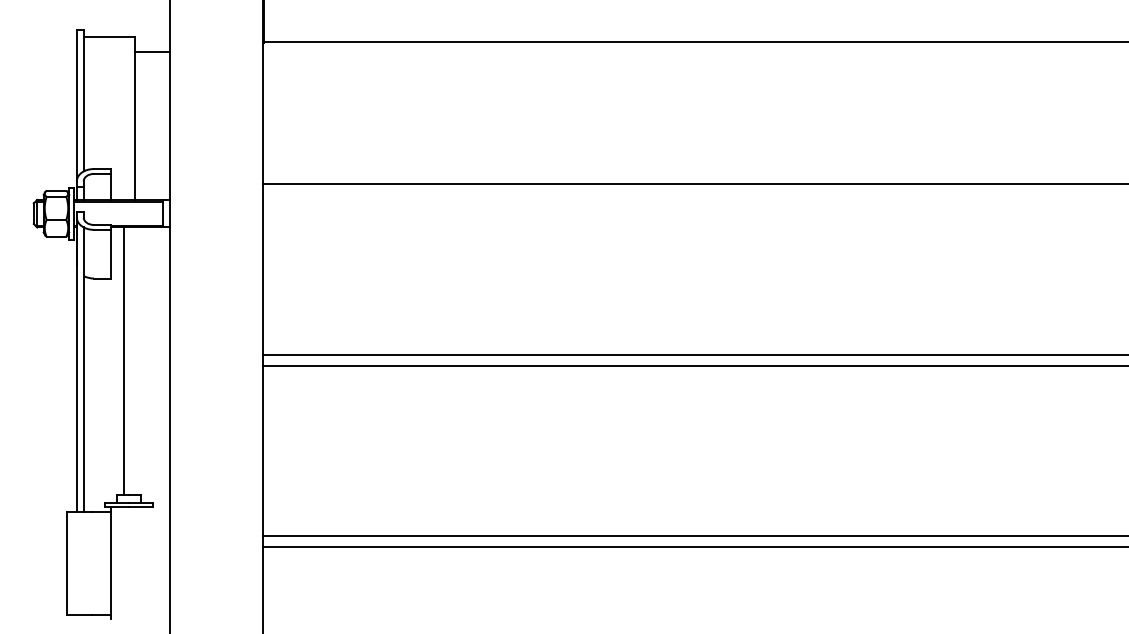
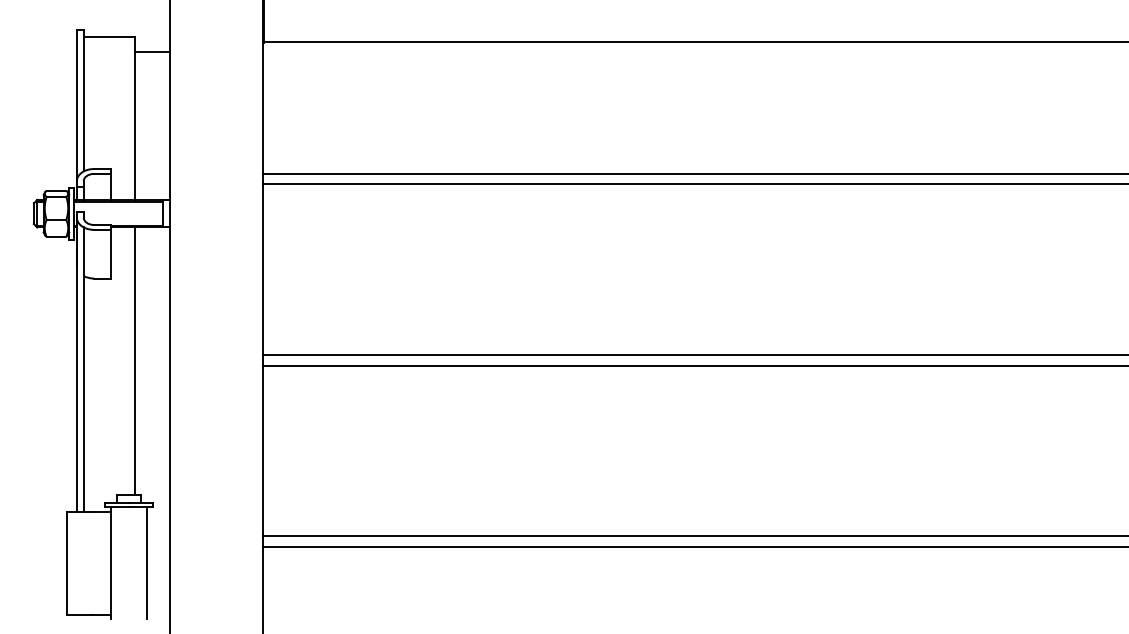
line at (693, 173): none -> present
line at (124, 360) position: (124, 360) -> (135, 360)
line at (147, 563): none -> present
